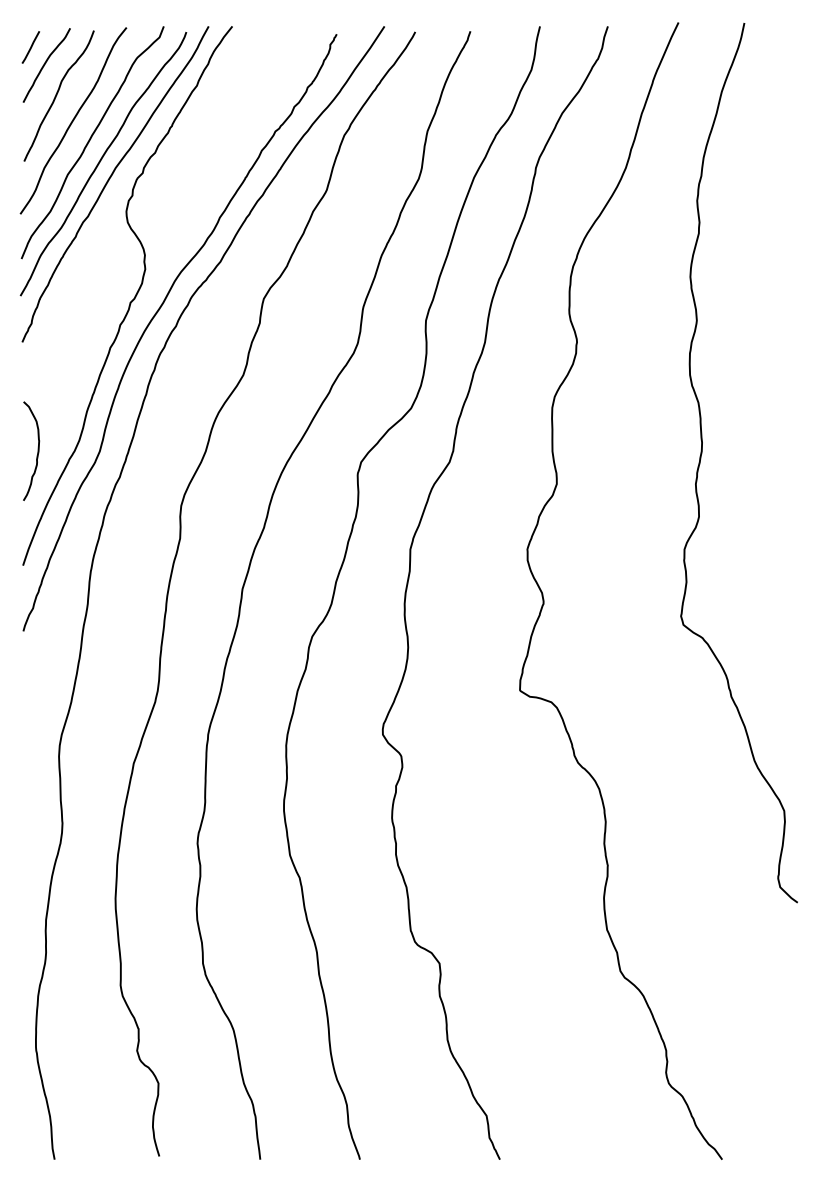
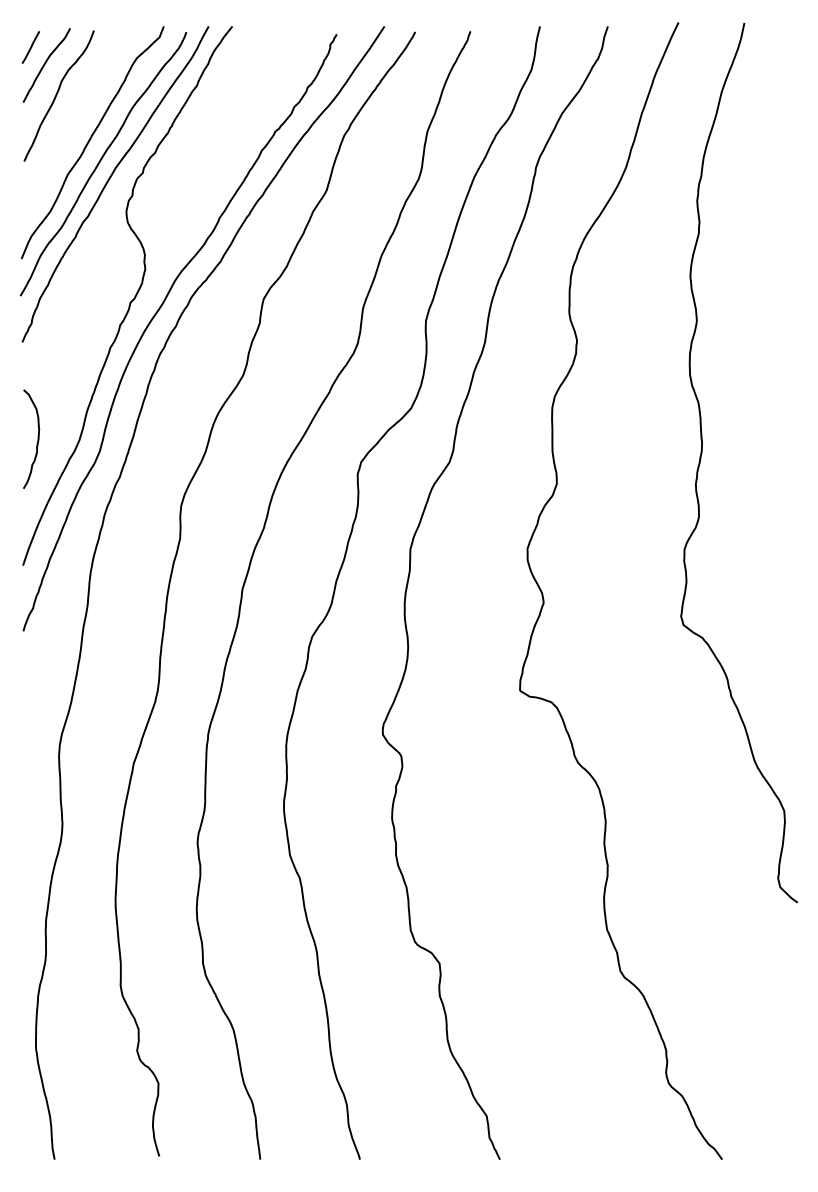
curve at (73, 120): present -> none
curve at (37, 450) position: (37, 450) -> (37, 438)
